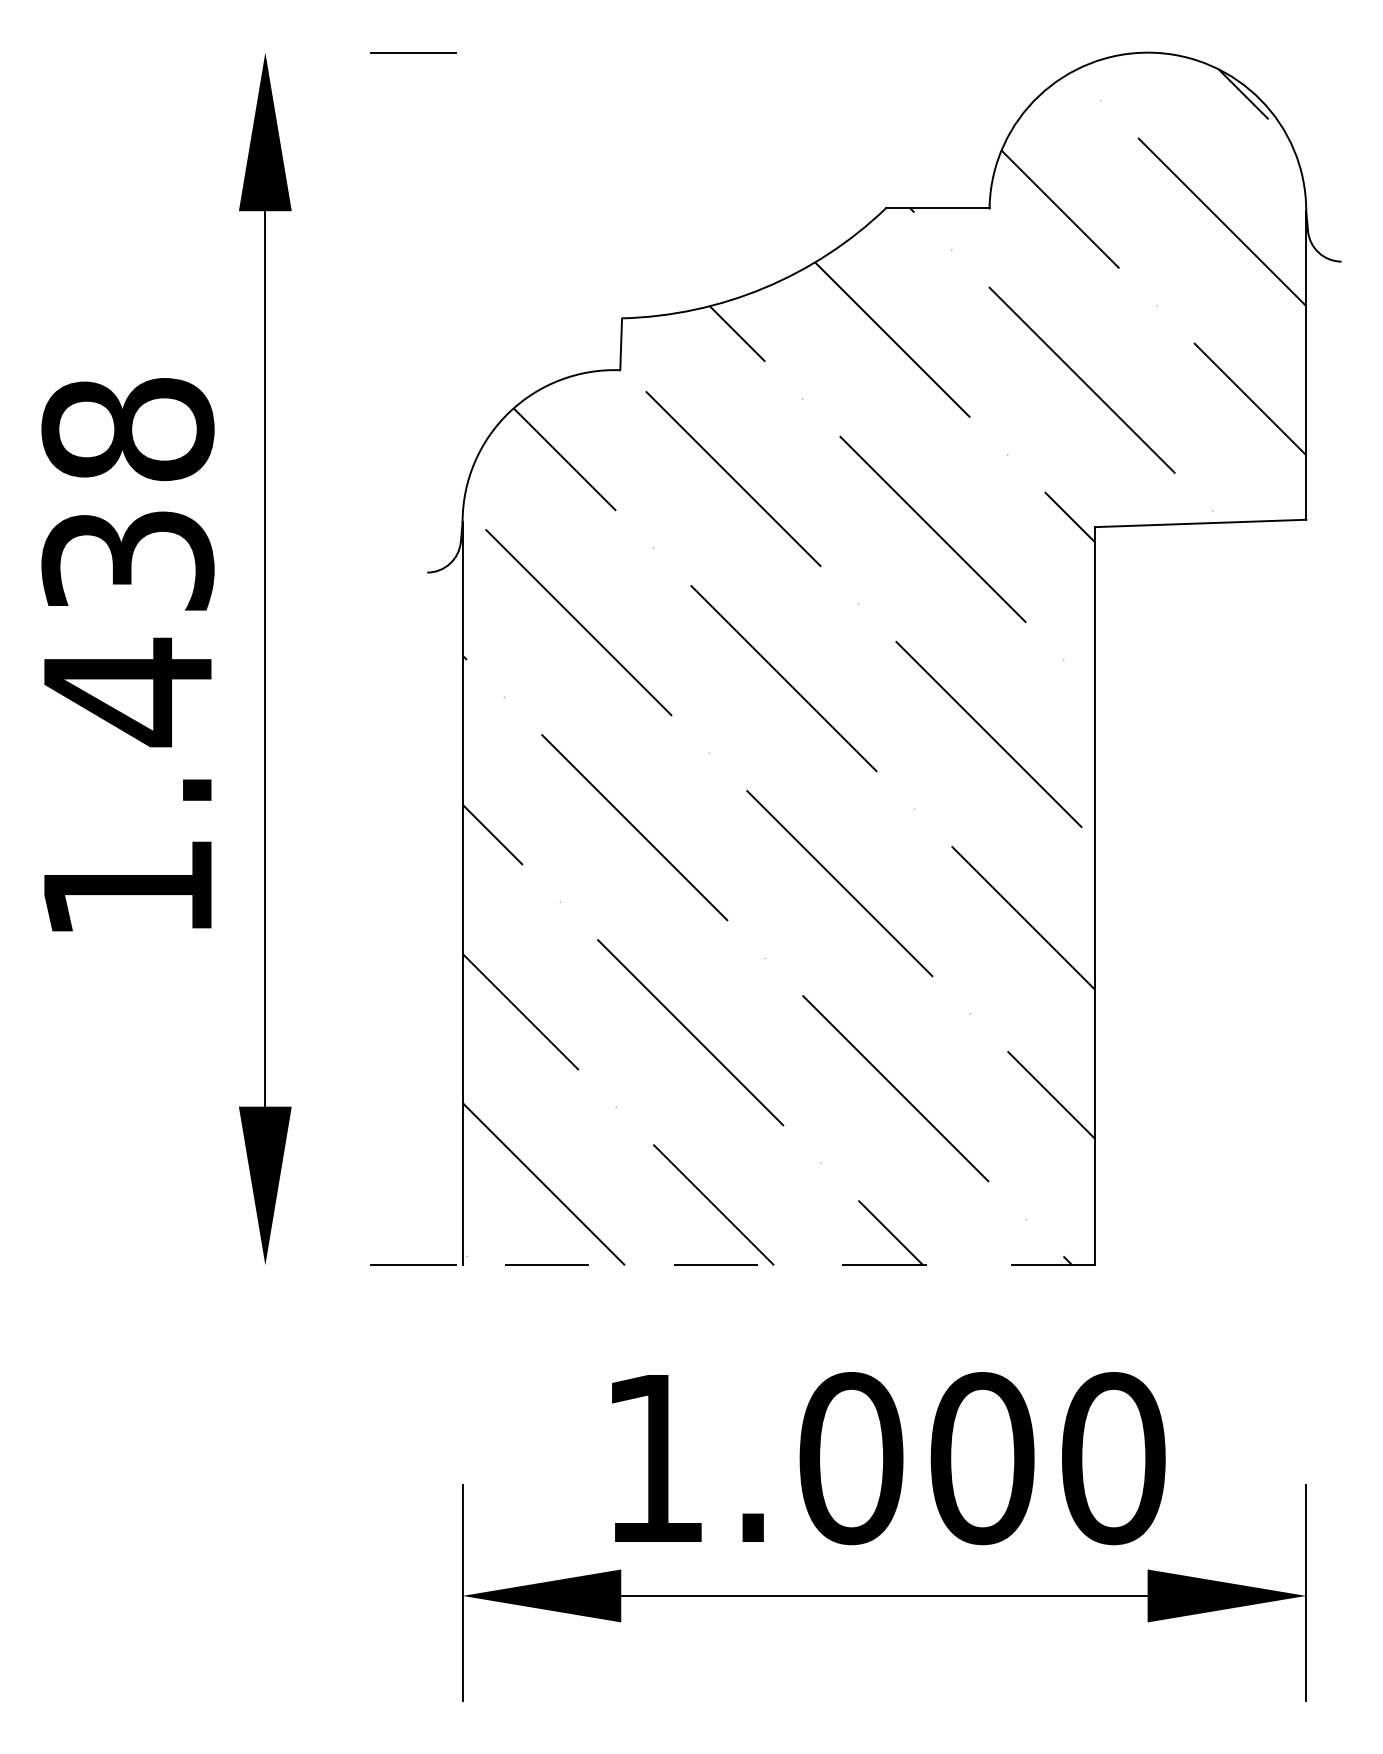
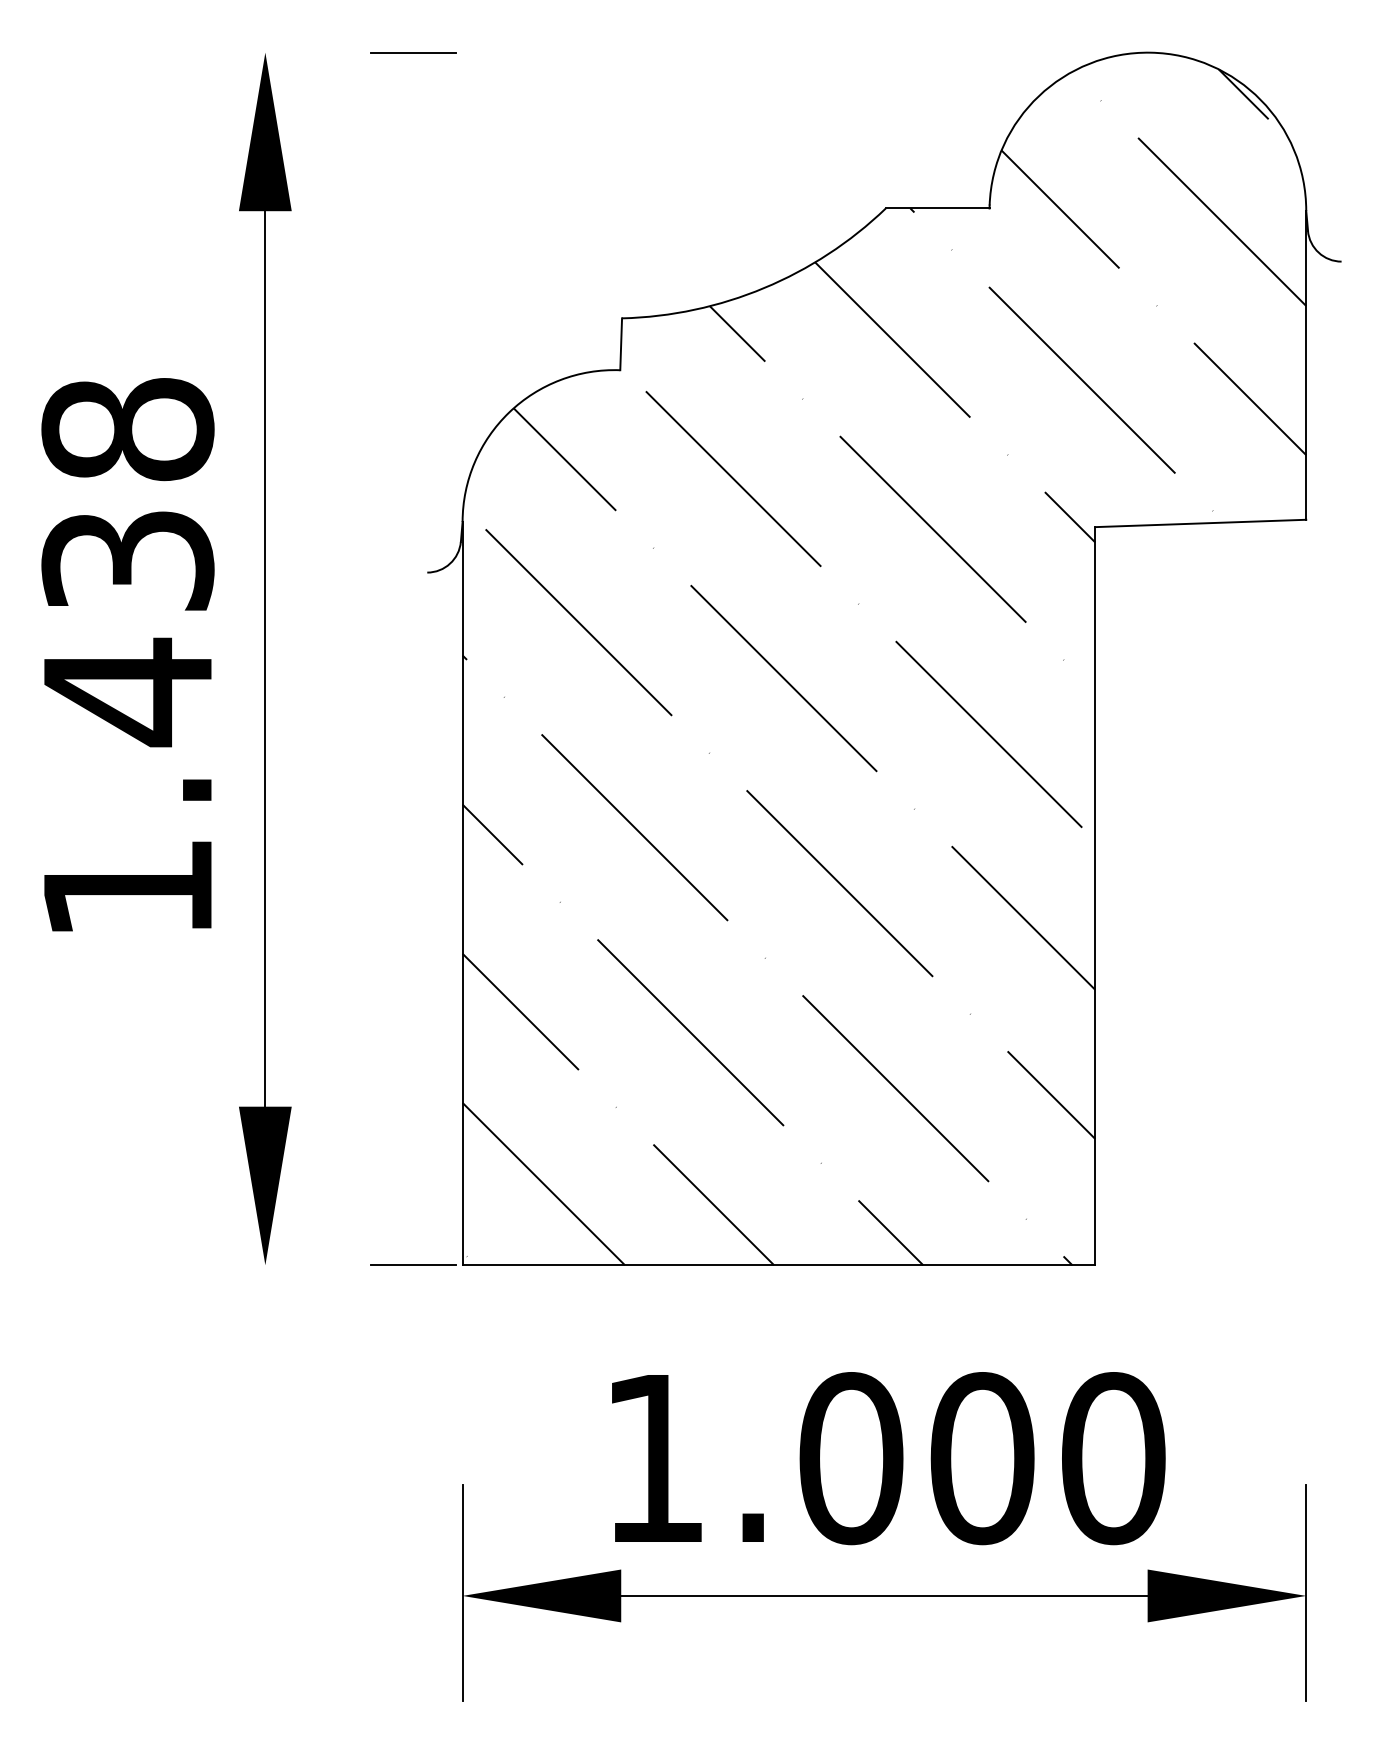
line at (778, 1265): dashed -> solid
